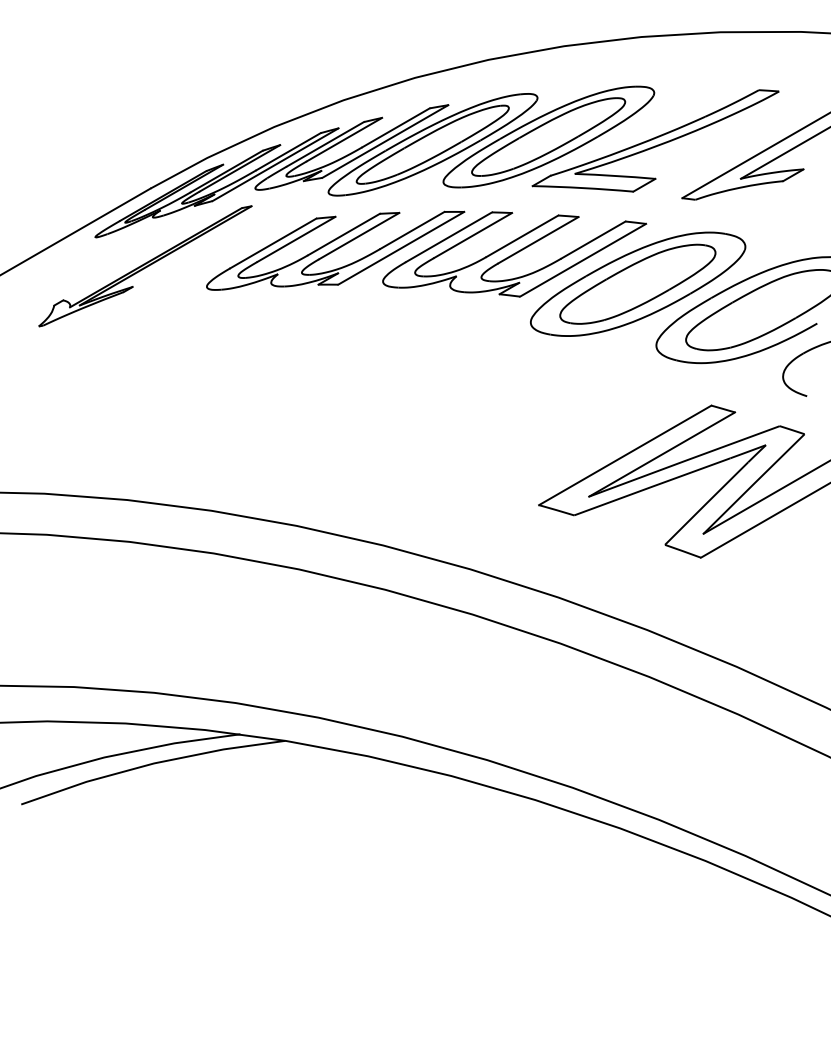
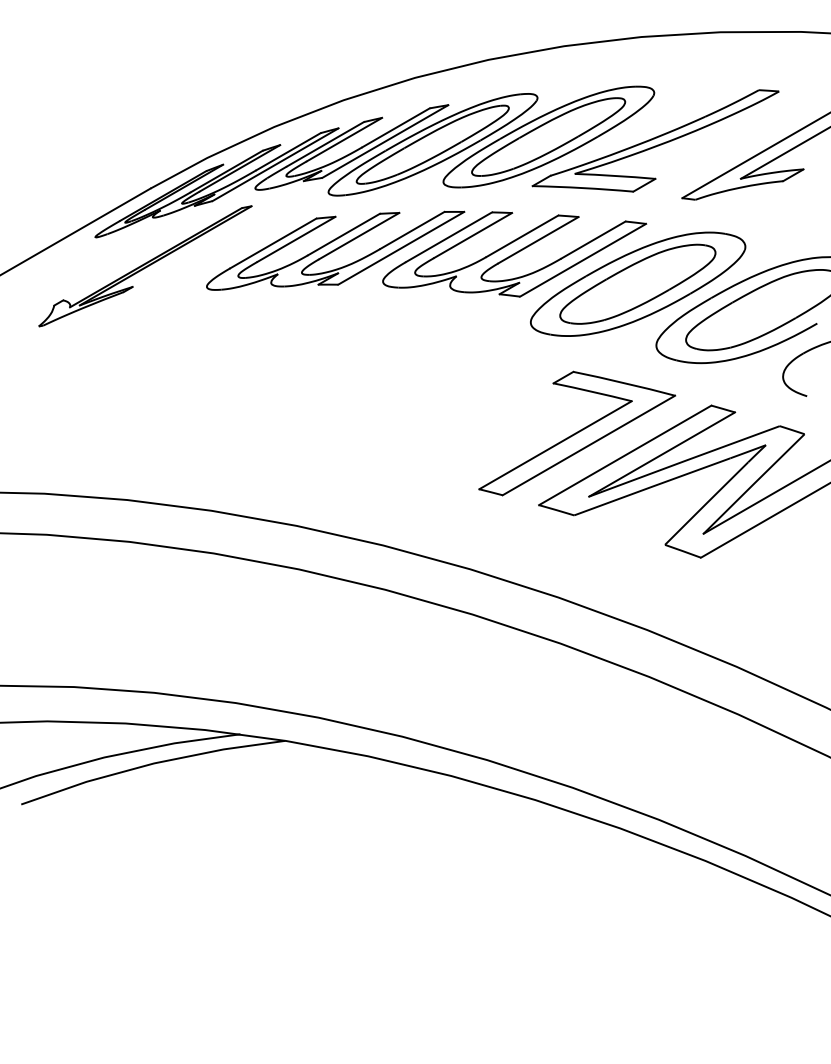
part at (577, 433): none -> present
